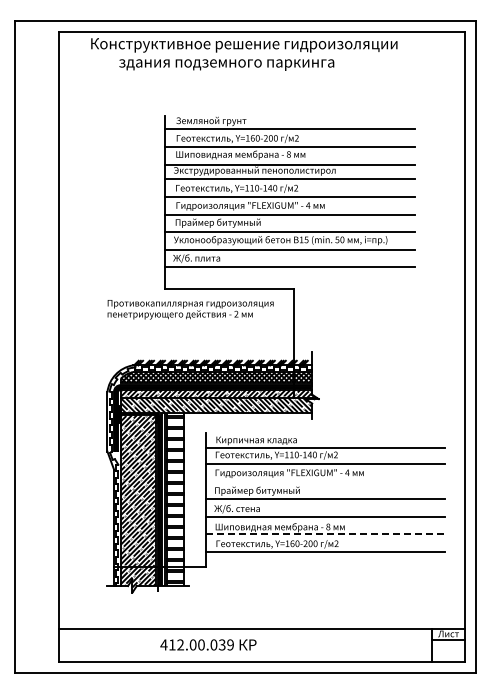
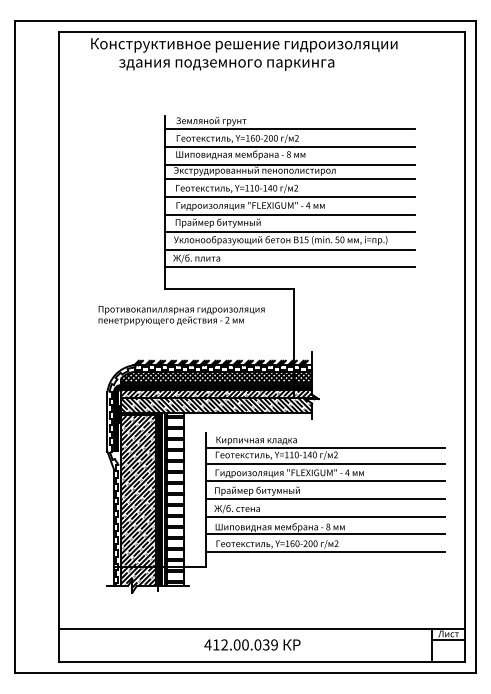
text at (190, 309) position: (190, 309) -> (181, 315)
line at (324, 481): none -> present
line at (325, 534): dashed -> solid
text at (208, 644) position: (208, 644) -> (252, 644)
